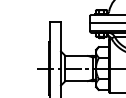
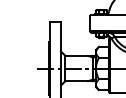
line at (106, 23): present -> none
